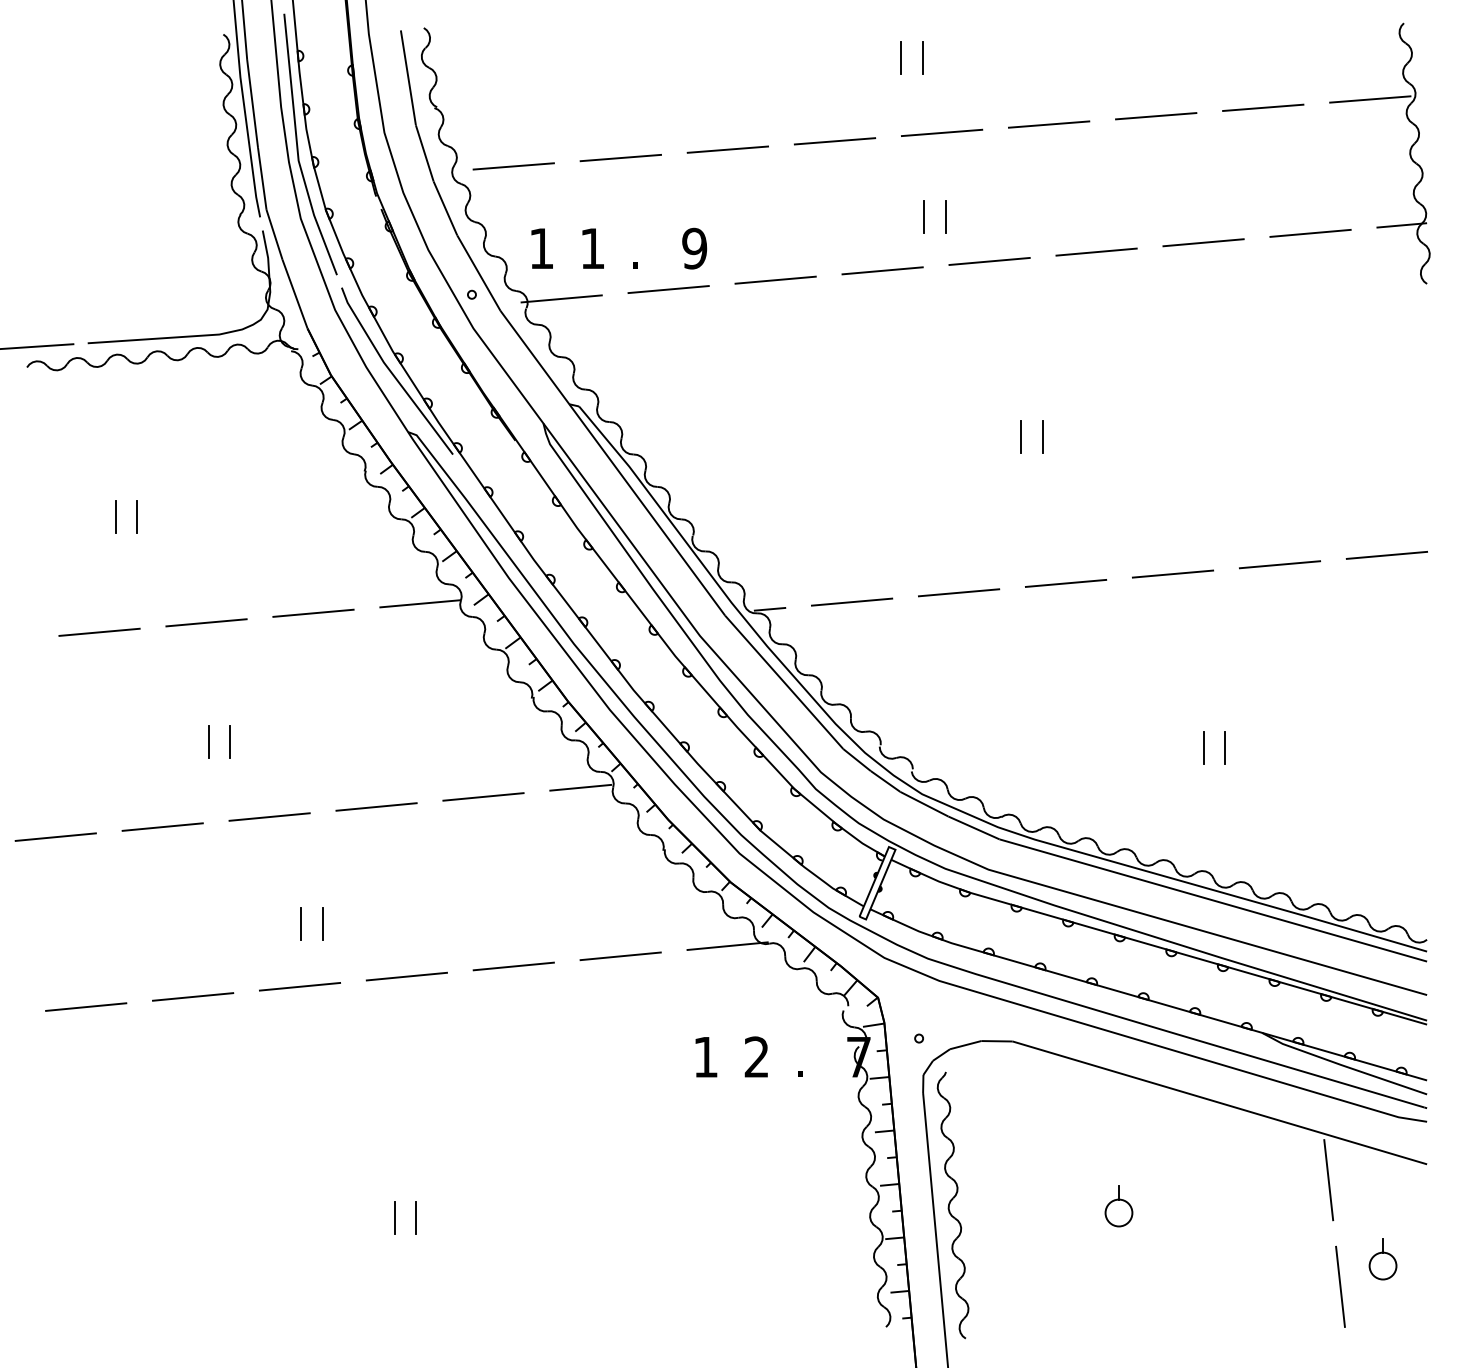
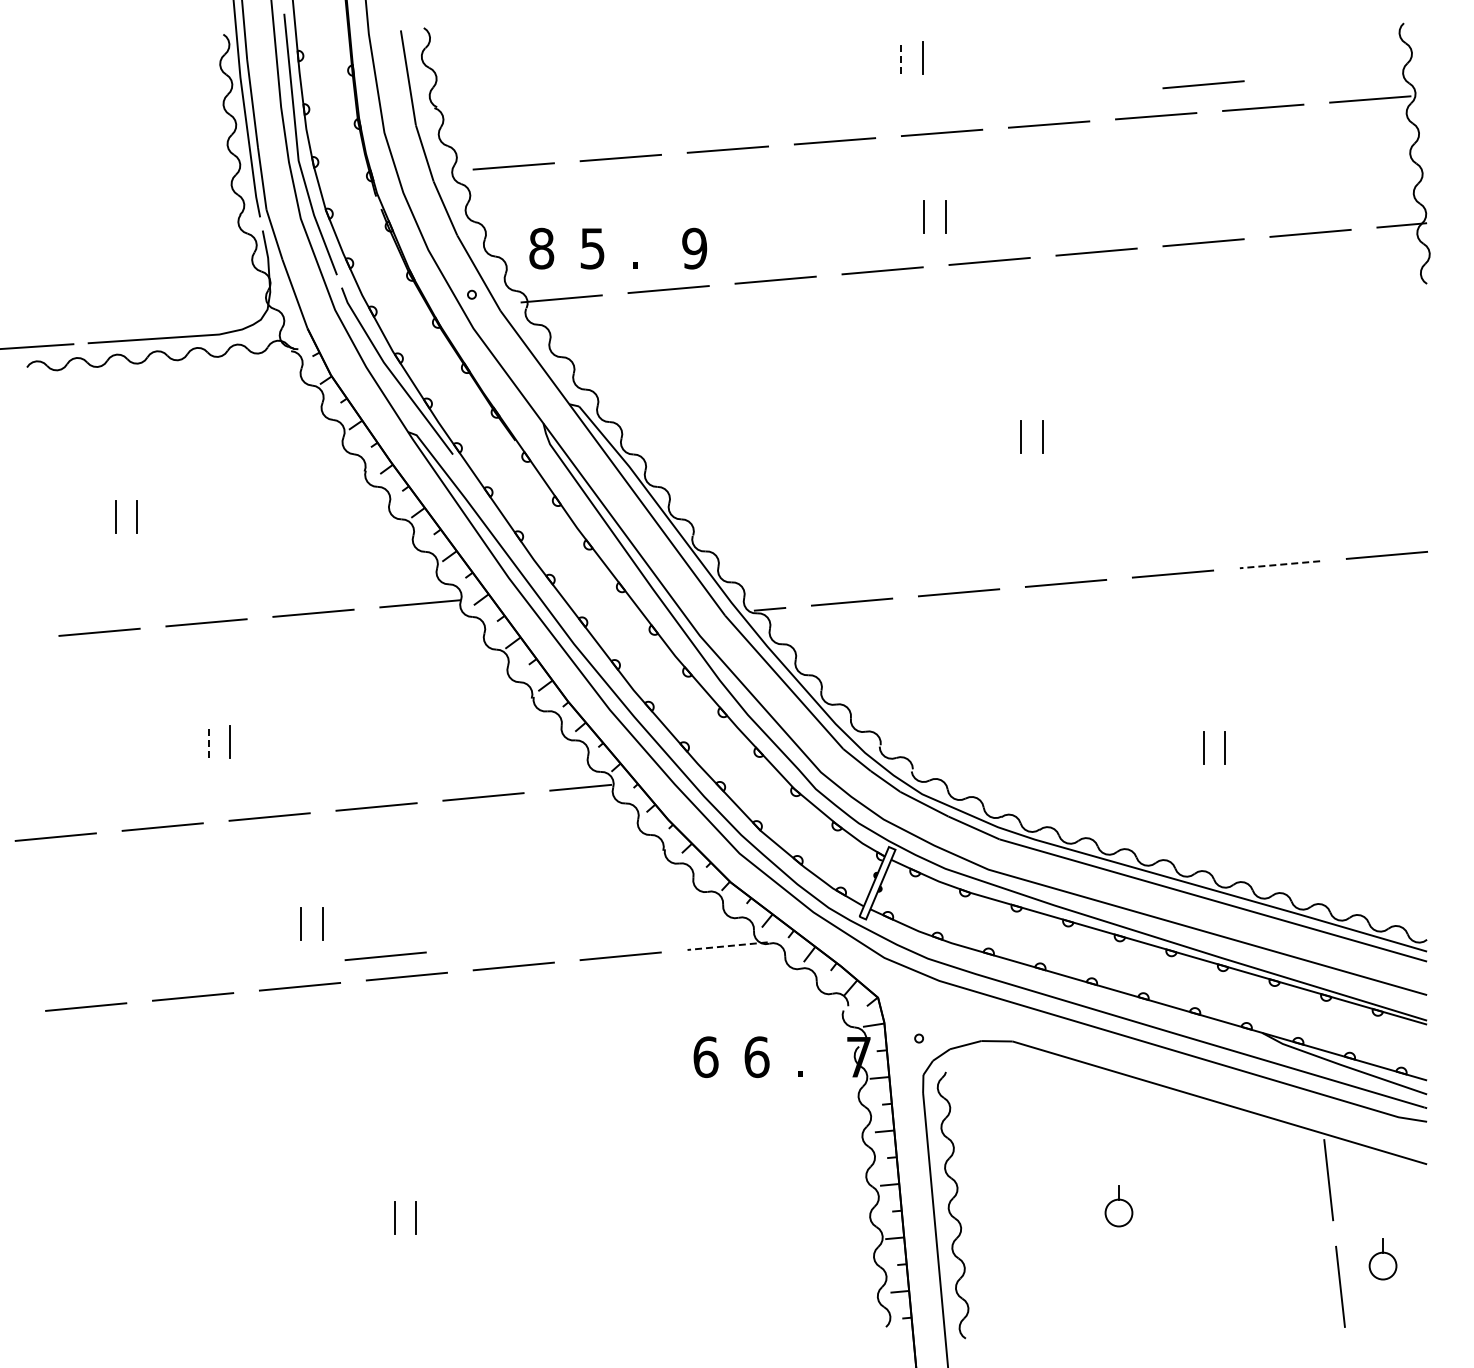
line at (901, 57): solid -> dashed
line at (1203, 84): none -> present
text at (541, 248): 1 -> 8
text at (592, 248): 1 -> 5
line at (1279, 564): solid -> dashed
line at (208, 741): solid -> dashed
line at (727, 946): solid -> dashed
line at (385, 955): none -> present
text at (705, 1057): 1 -> 6
text at (756, 1057): 2 -> 6
